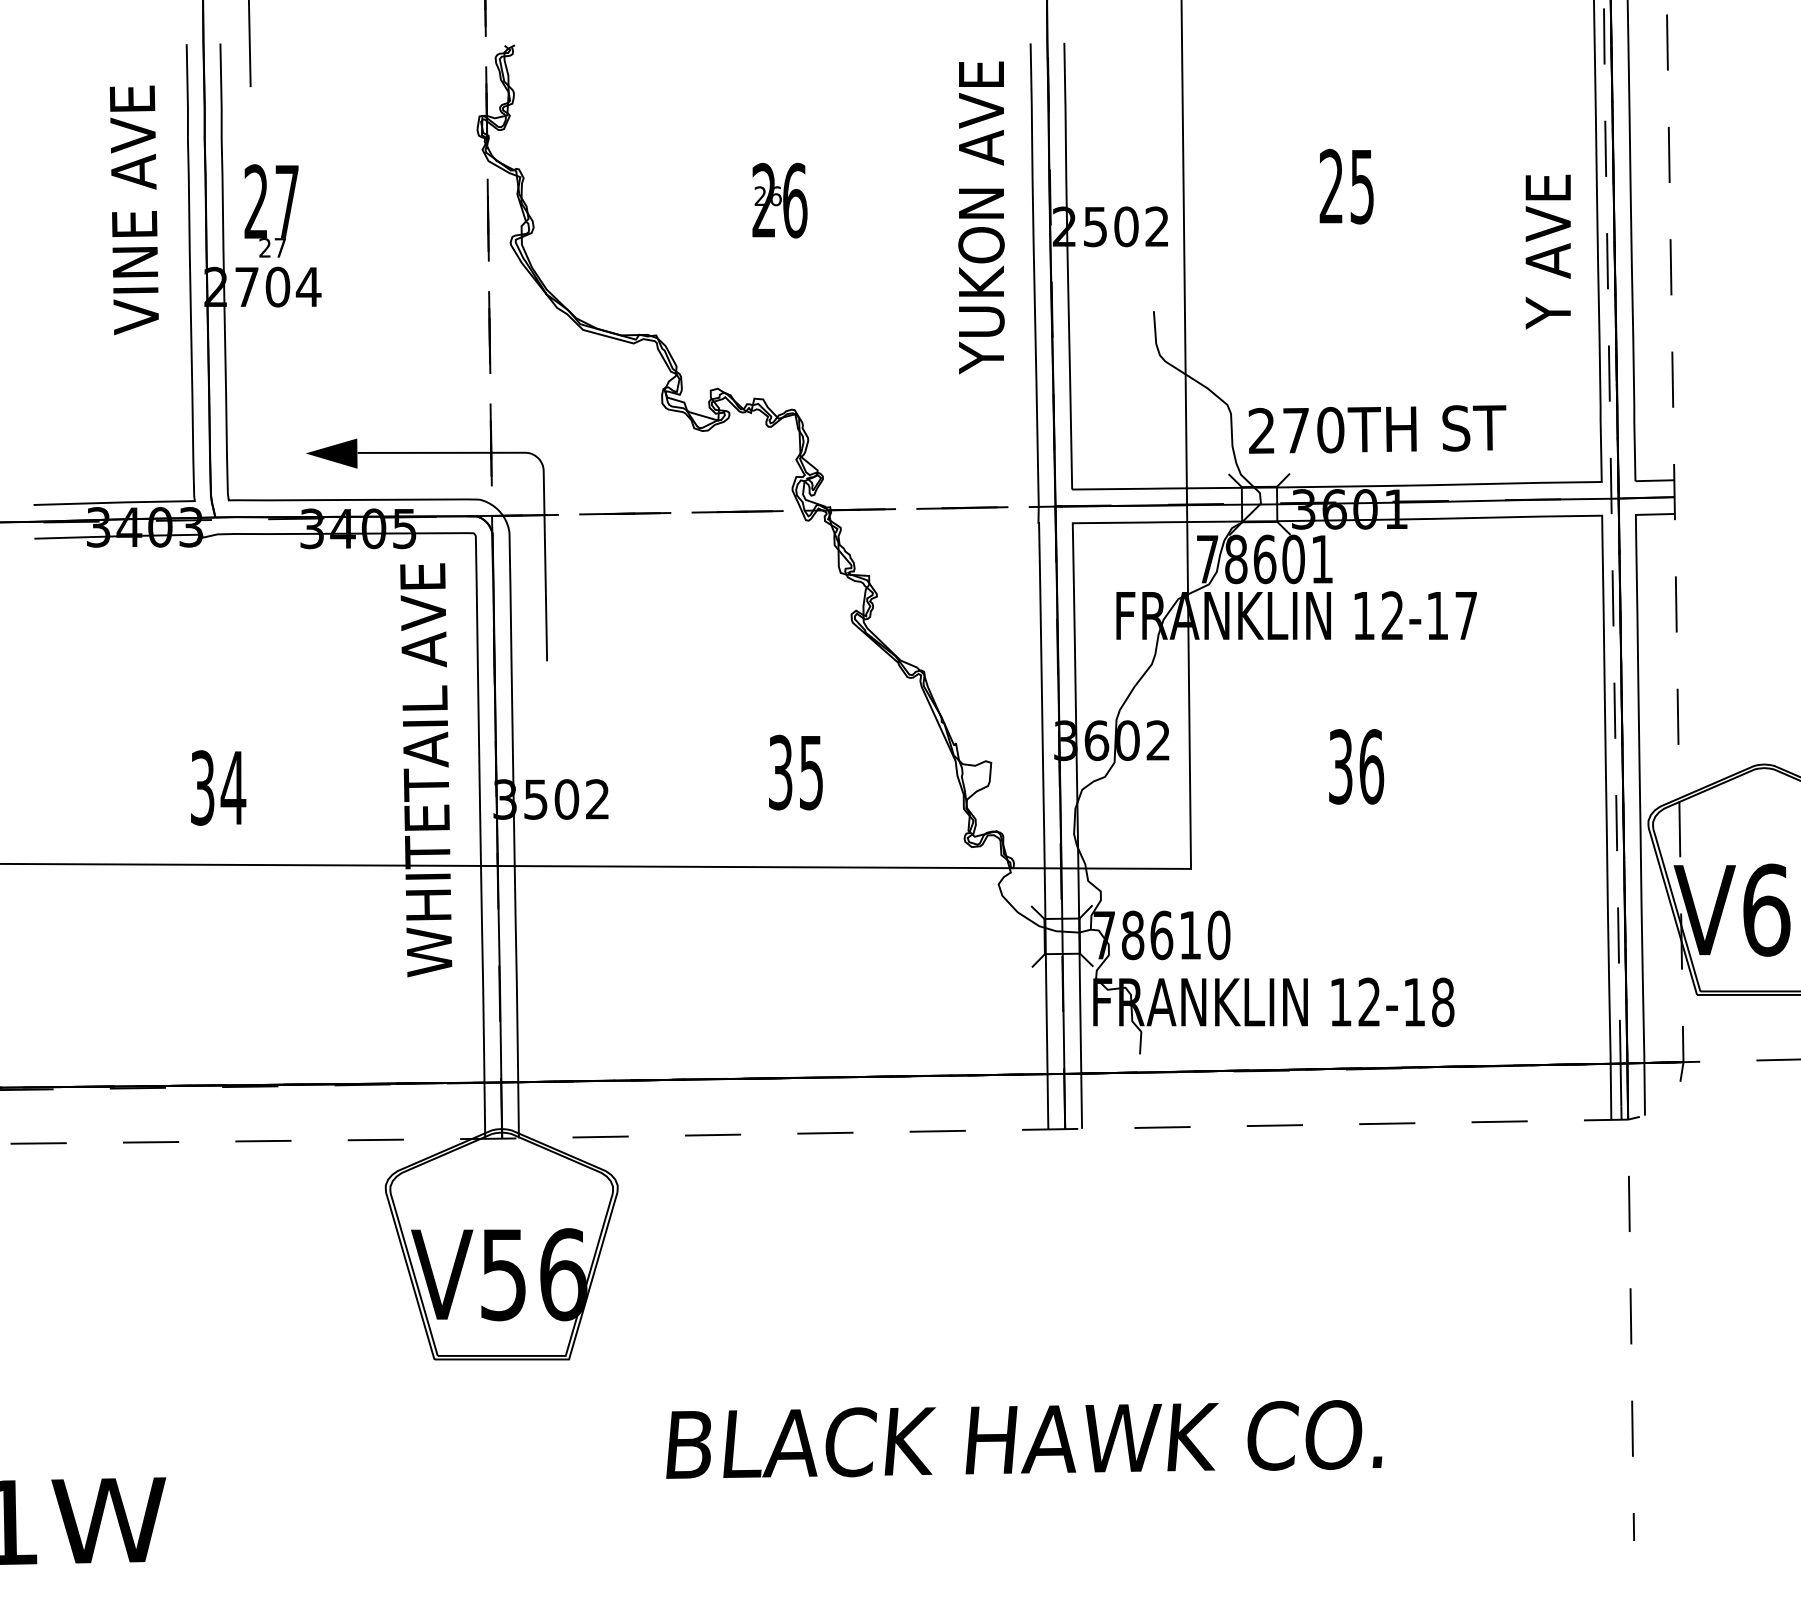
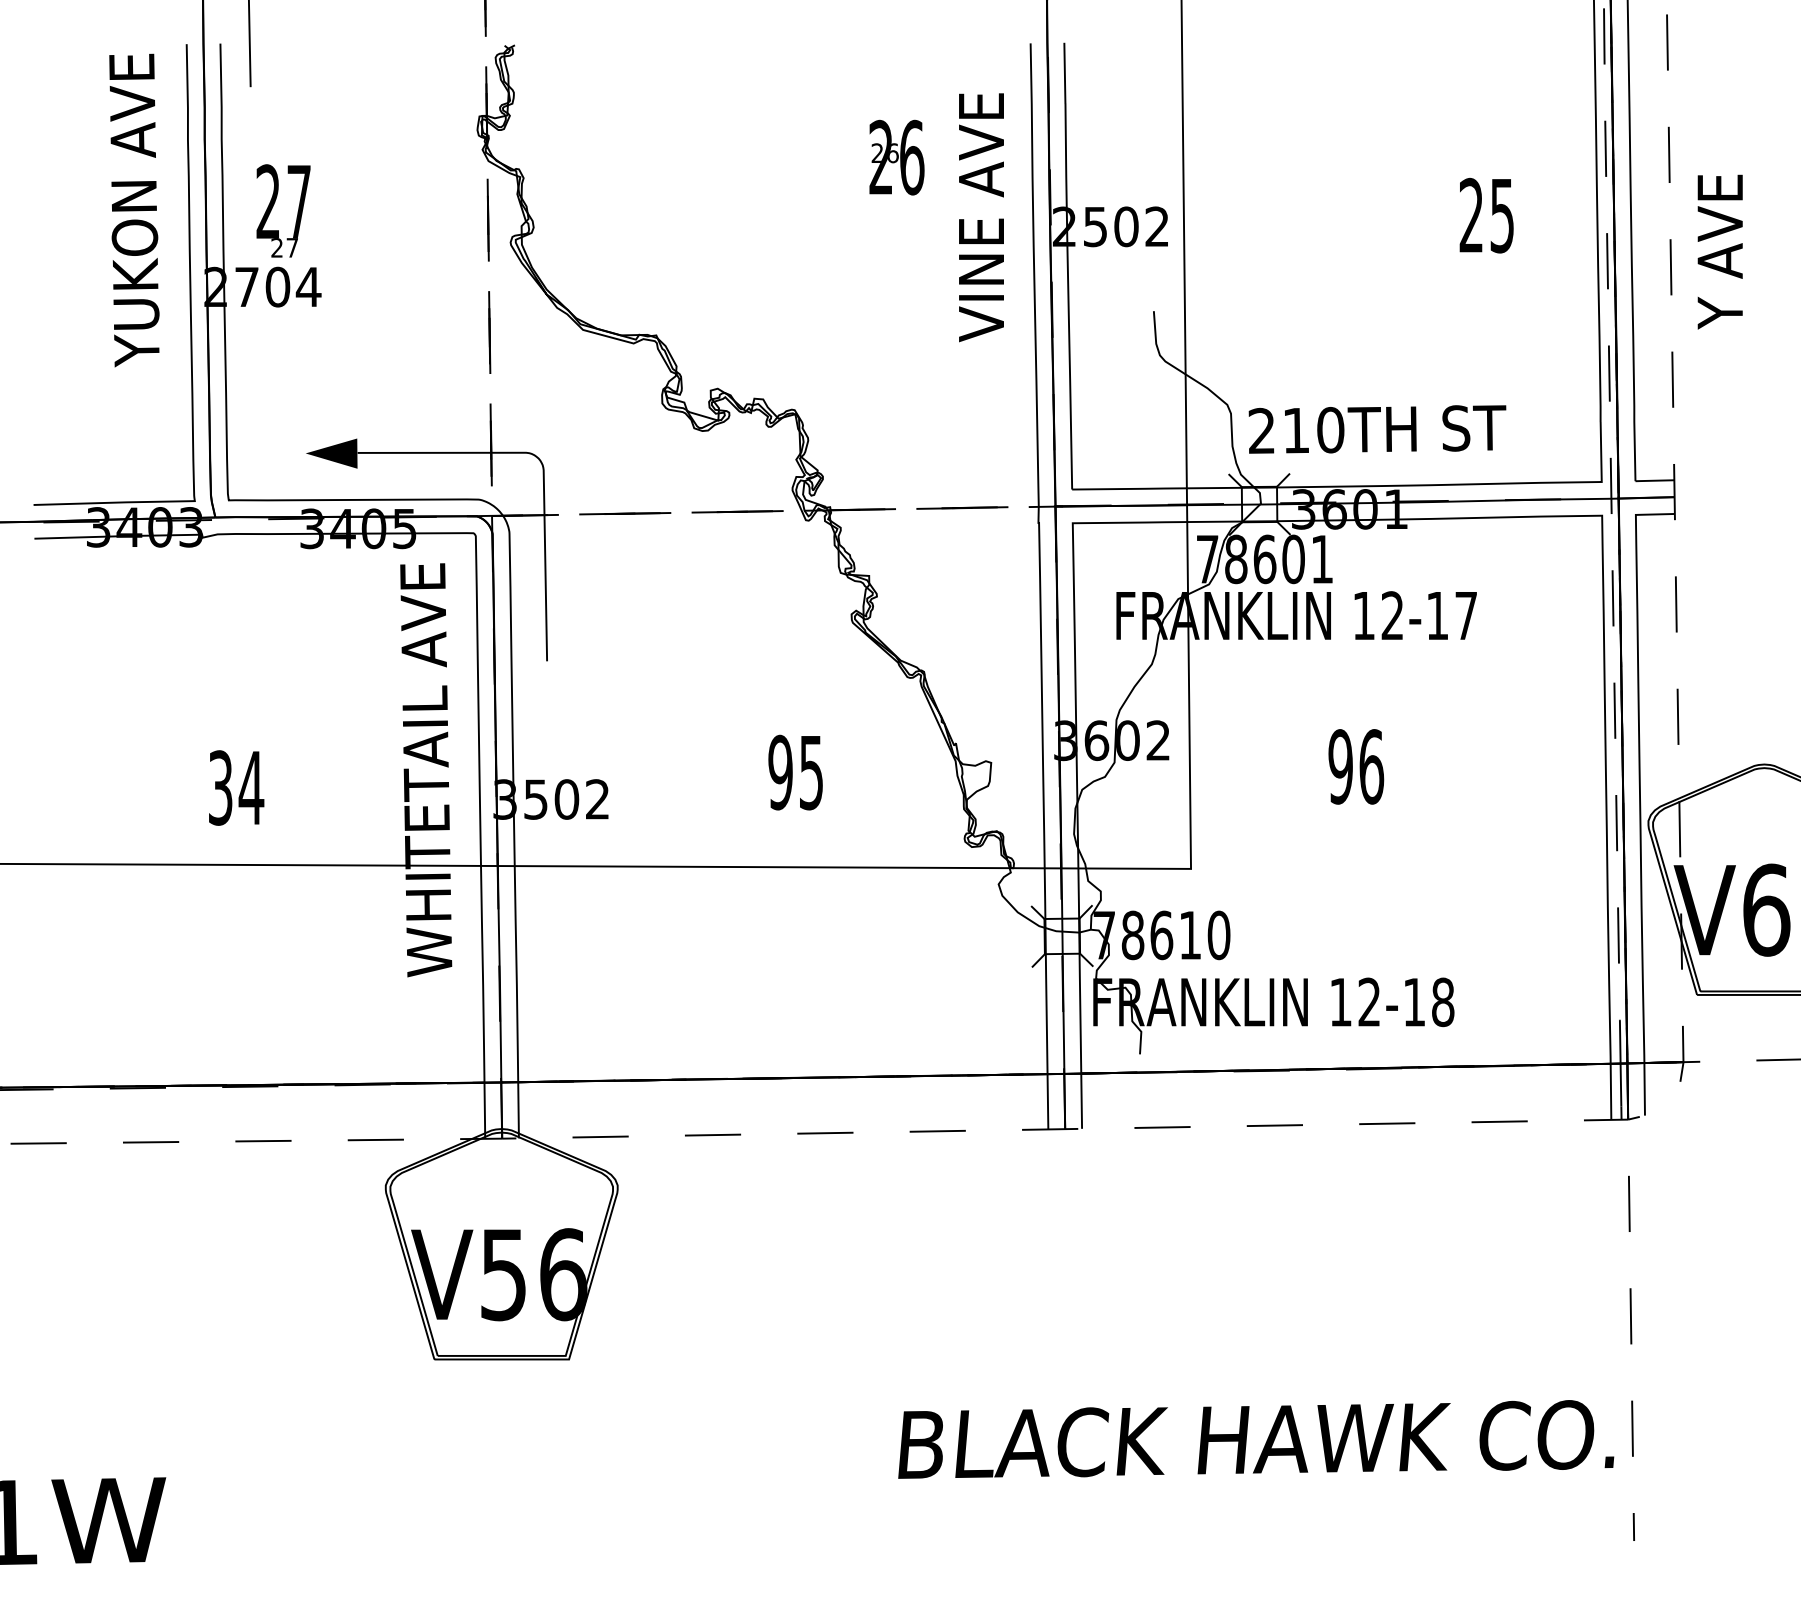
text at (1346, 186) position: (1346, 186) -> (1486, 215)
text at (779, 200) position: (779, 200) -> (896, 157)
text at (134, 210): VINE AVE -> YUKON AVE
text at (271, 210) position: (271, 210) -> (283, 210)
text at (981, 217): YUKON AVE -> VINE AVE
text at (1547, 251) position: (1547, 251) -> (1719, 251)
text at (1295, 430): 270TH -> 210TH
text at (1340, 766): 36 -> 96
text at (780, 772): 35 -> 95
text at (218, 787) position: (218, 787) -> (236, 787)
text at (1024, 1439) position: (1024, 1439) -> (1256, 1439)
